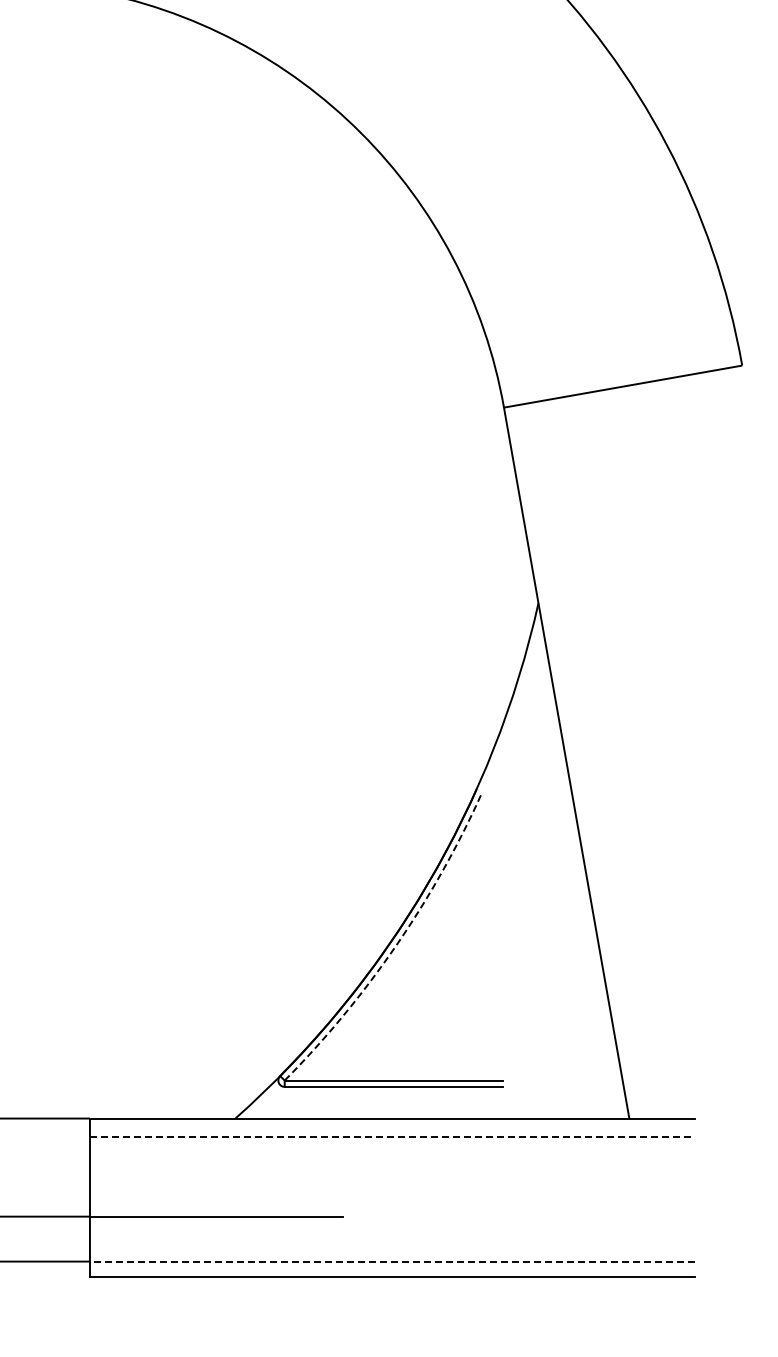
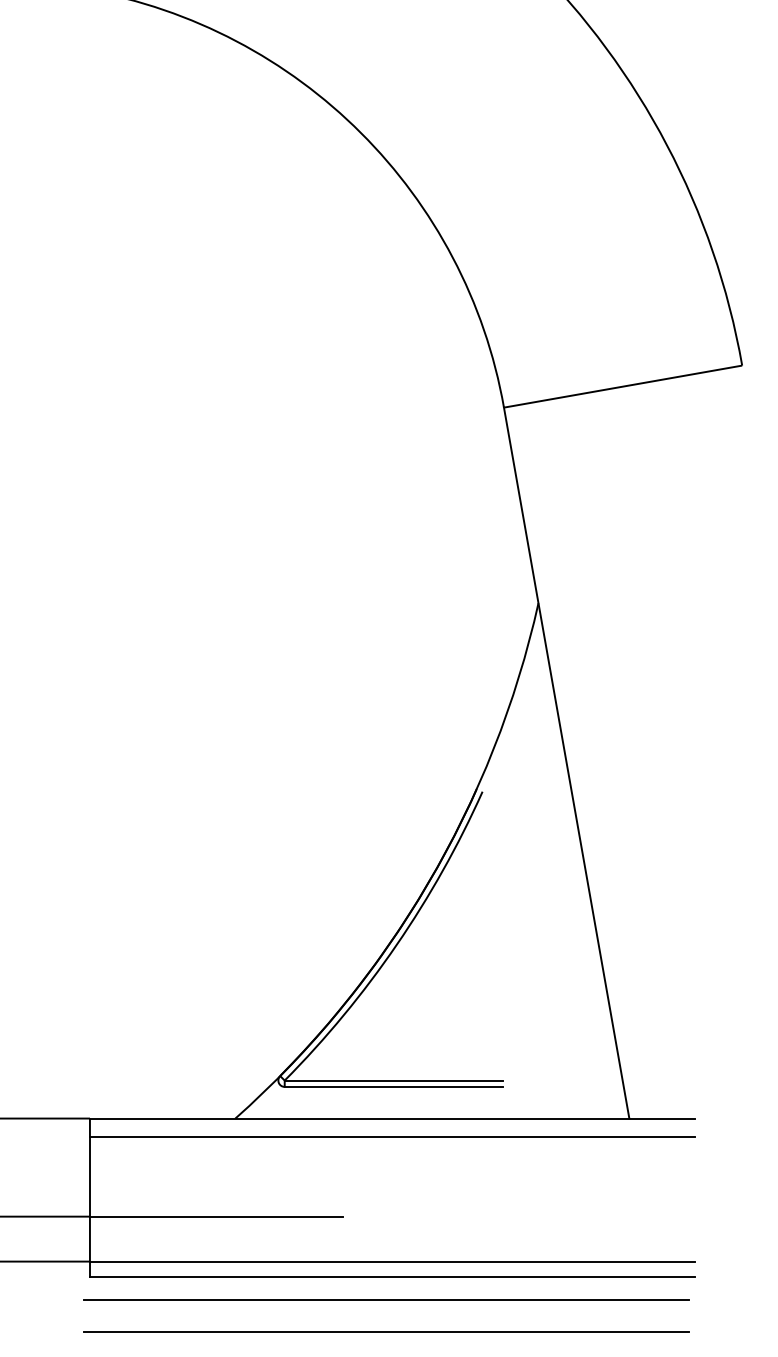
arc at (396, 945): dashed -> solid
line at (392, 1137): dashed -> solid
line at (391, 1261): dashed -> solid
line at (386, 1299): none -> present
line at (386, 1331): none -> present
